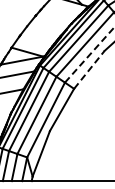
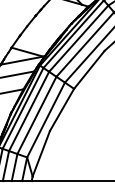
line at (90, 54): dashed -> solid
line at (89, 69): dashed -> solid
